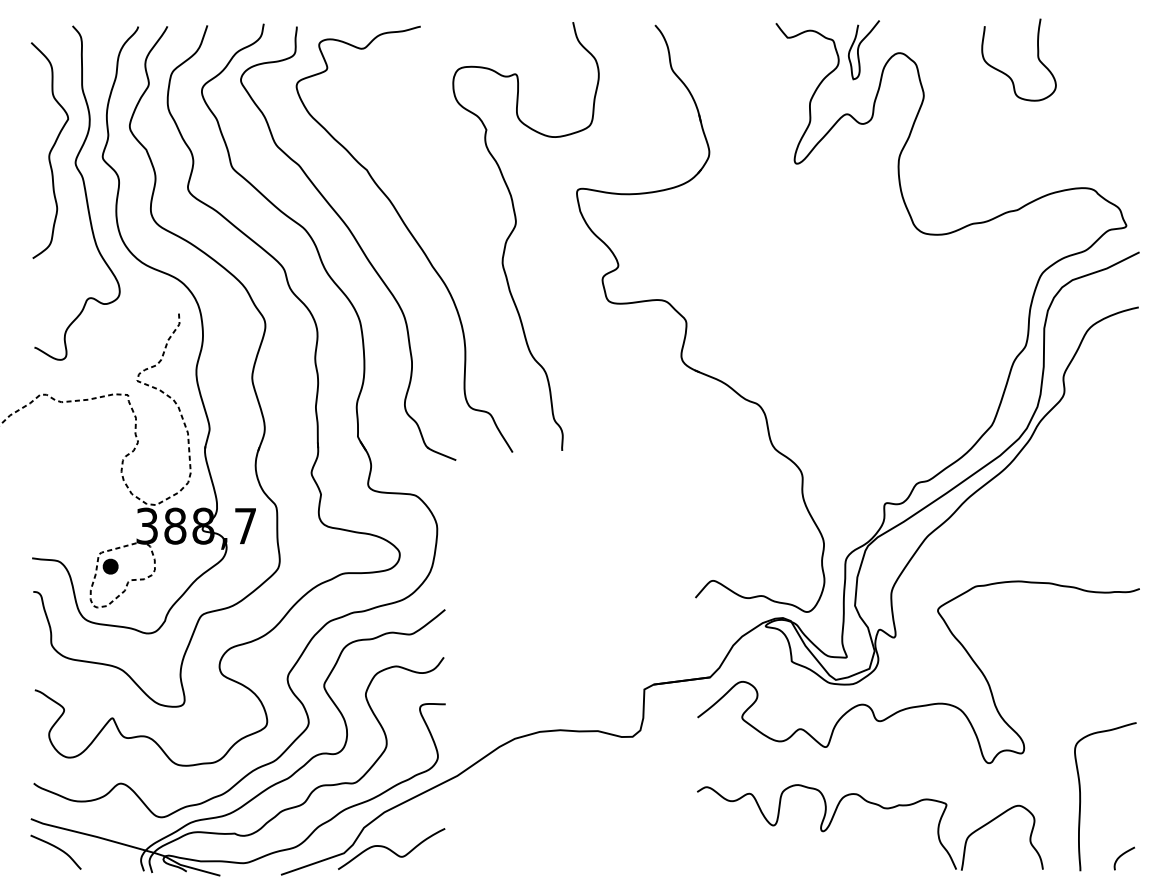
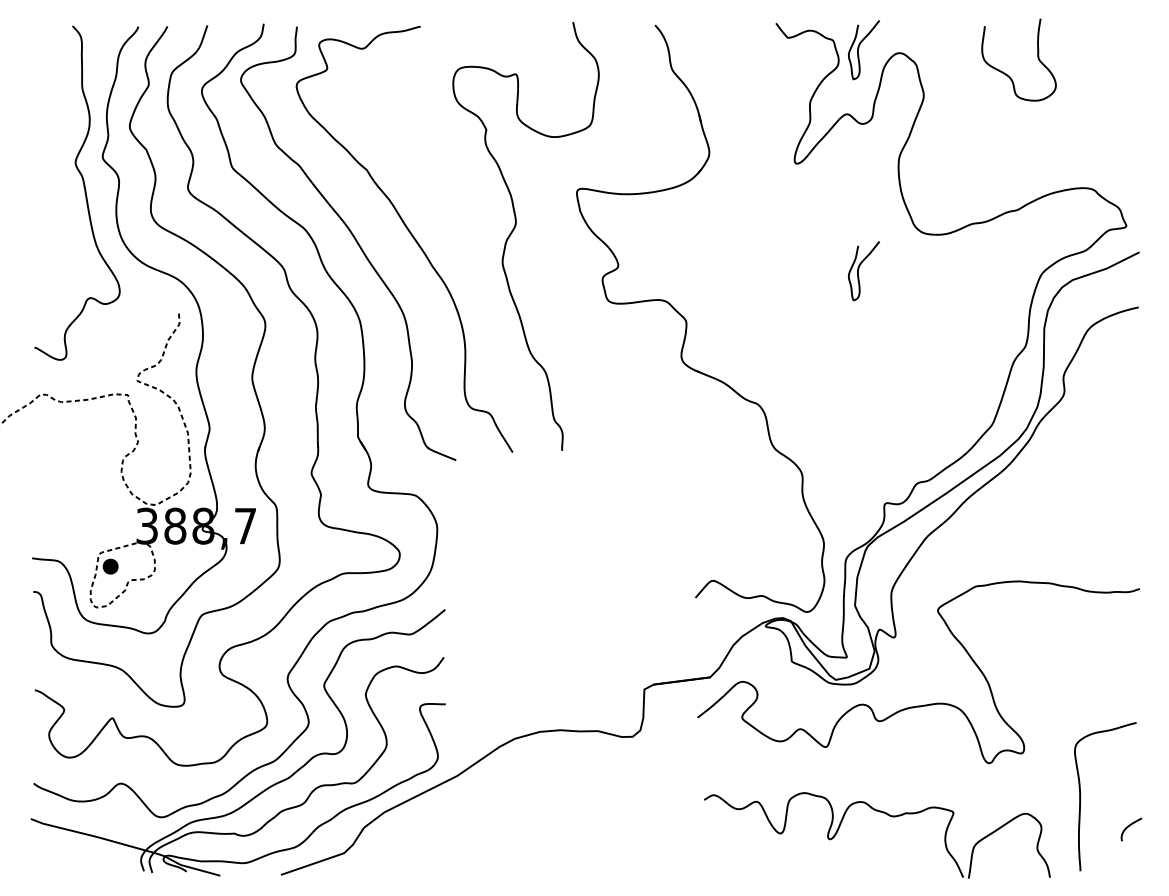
curve at (50, 150): present -> none
curve at (859, 269): none -> present
part at (880, 807) position: (880, 807) -> (887, 815)
curve at (56, 848): present -> none
curve at (391, 849): present -> none
curve at (1121, 856) position: (1121, 856) -> (1128, 827)
